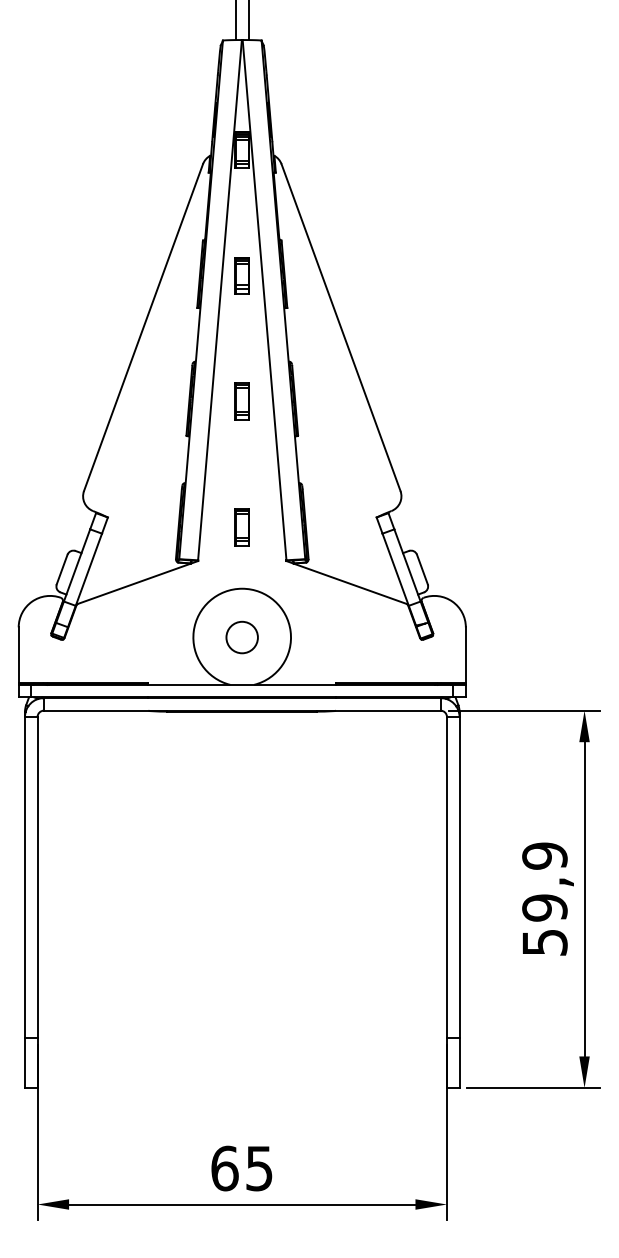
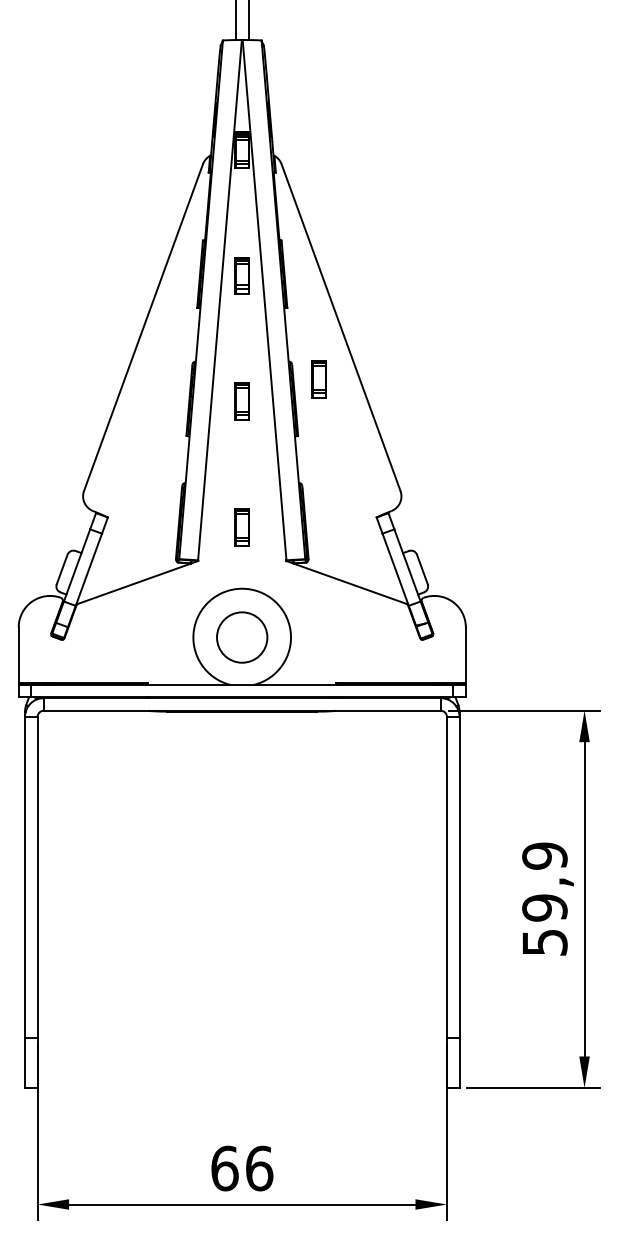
part at (318, 379): none -> present
circle at (241, 637) diameter: 31 px -> 50 px
text at (259, 1168): 65 -> 66
